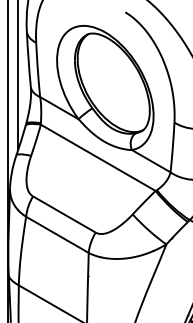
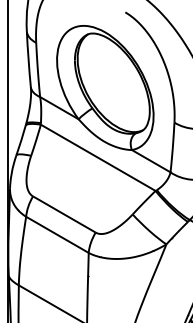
line at (18, 75): present -> none
